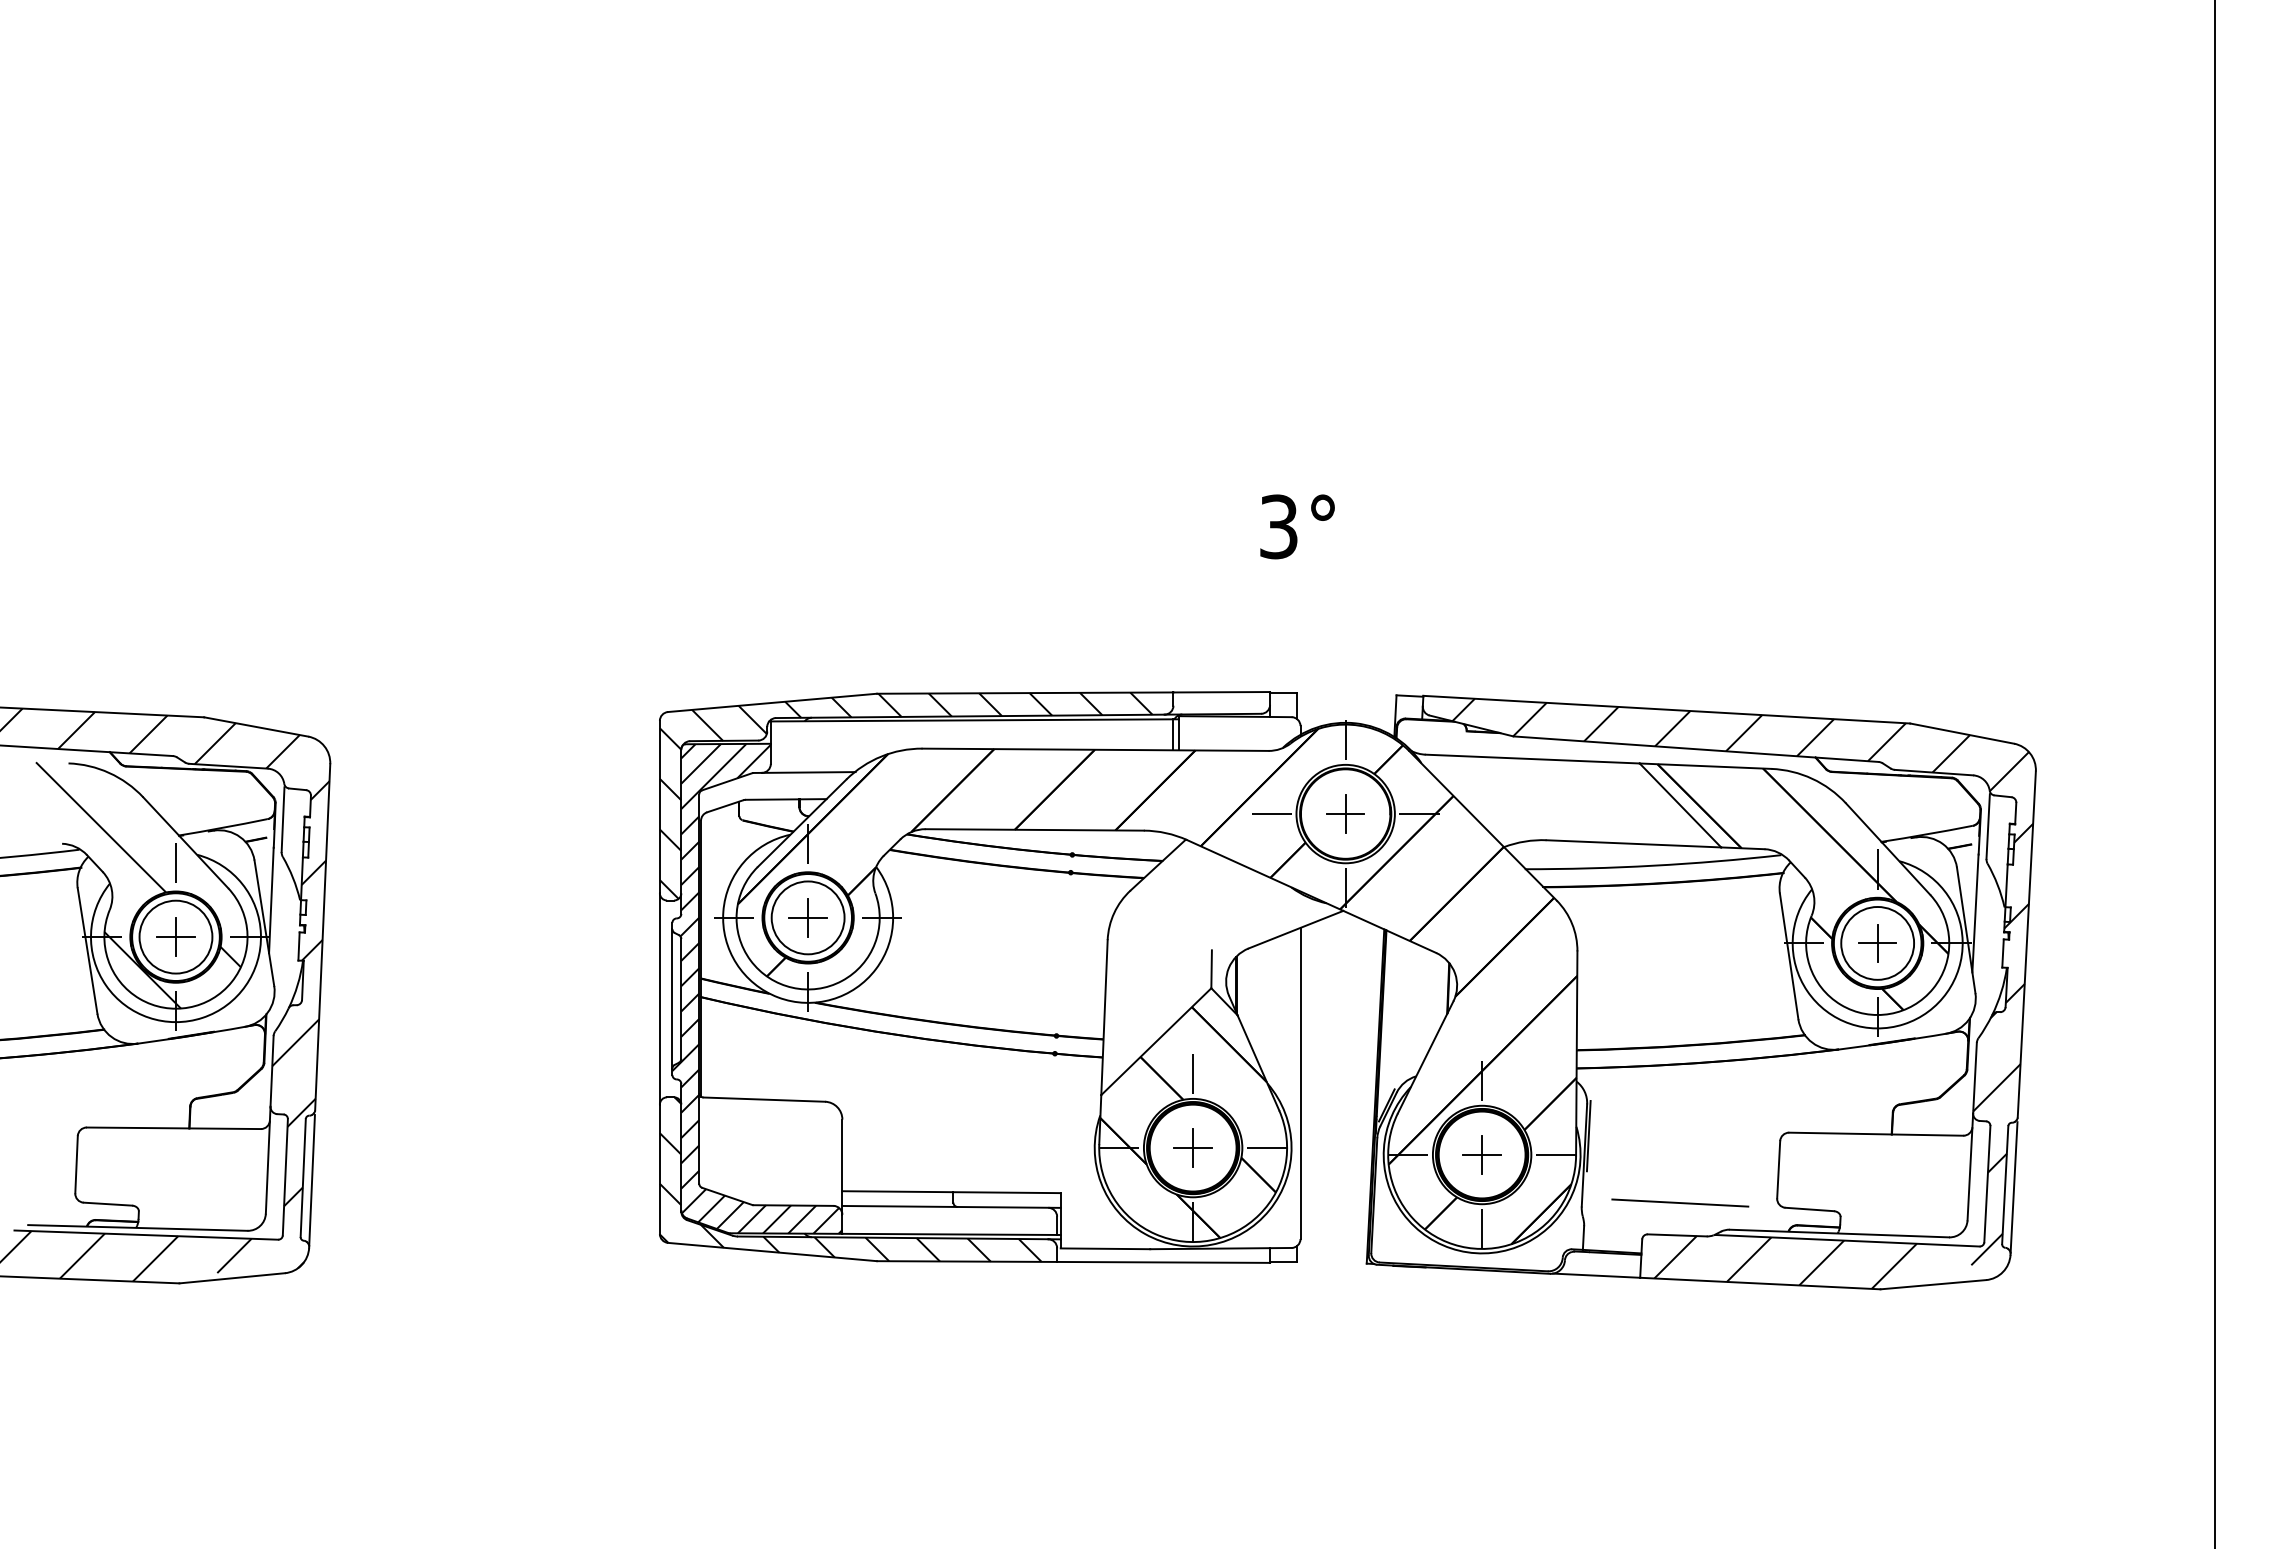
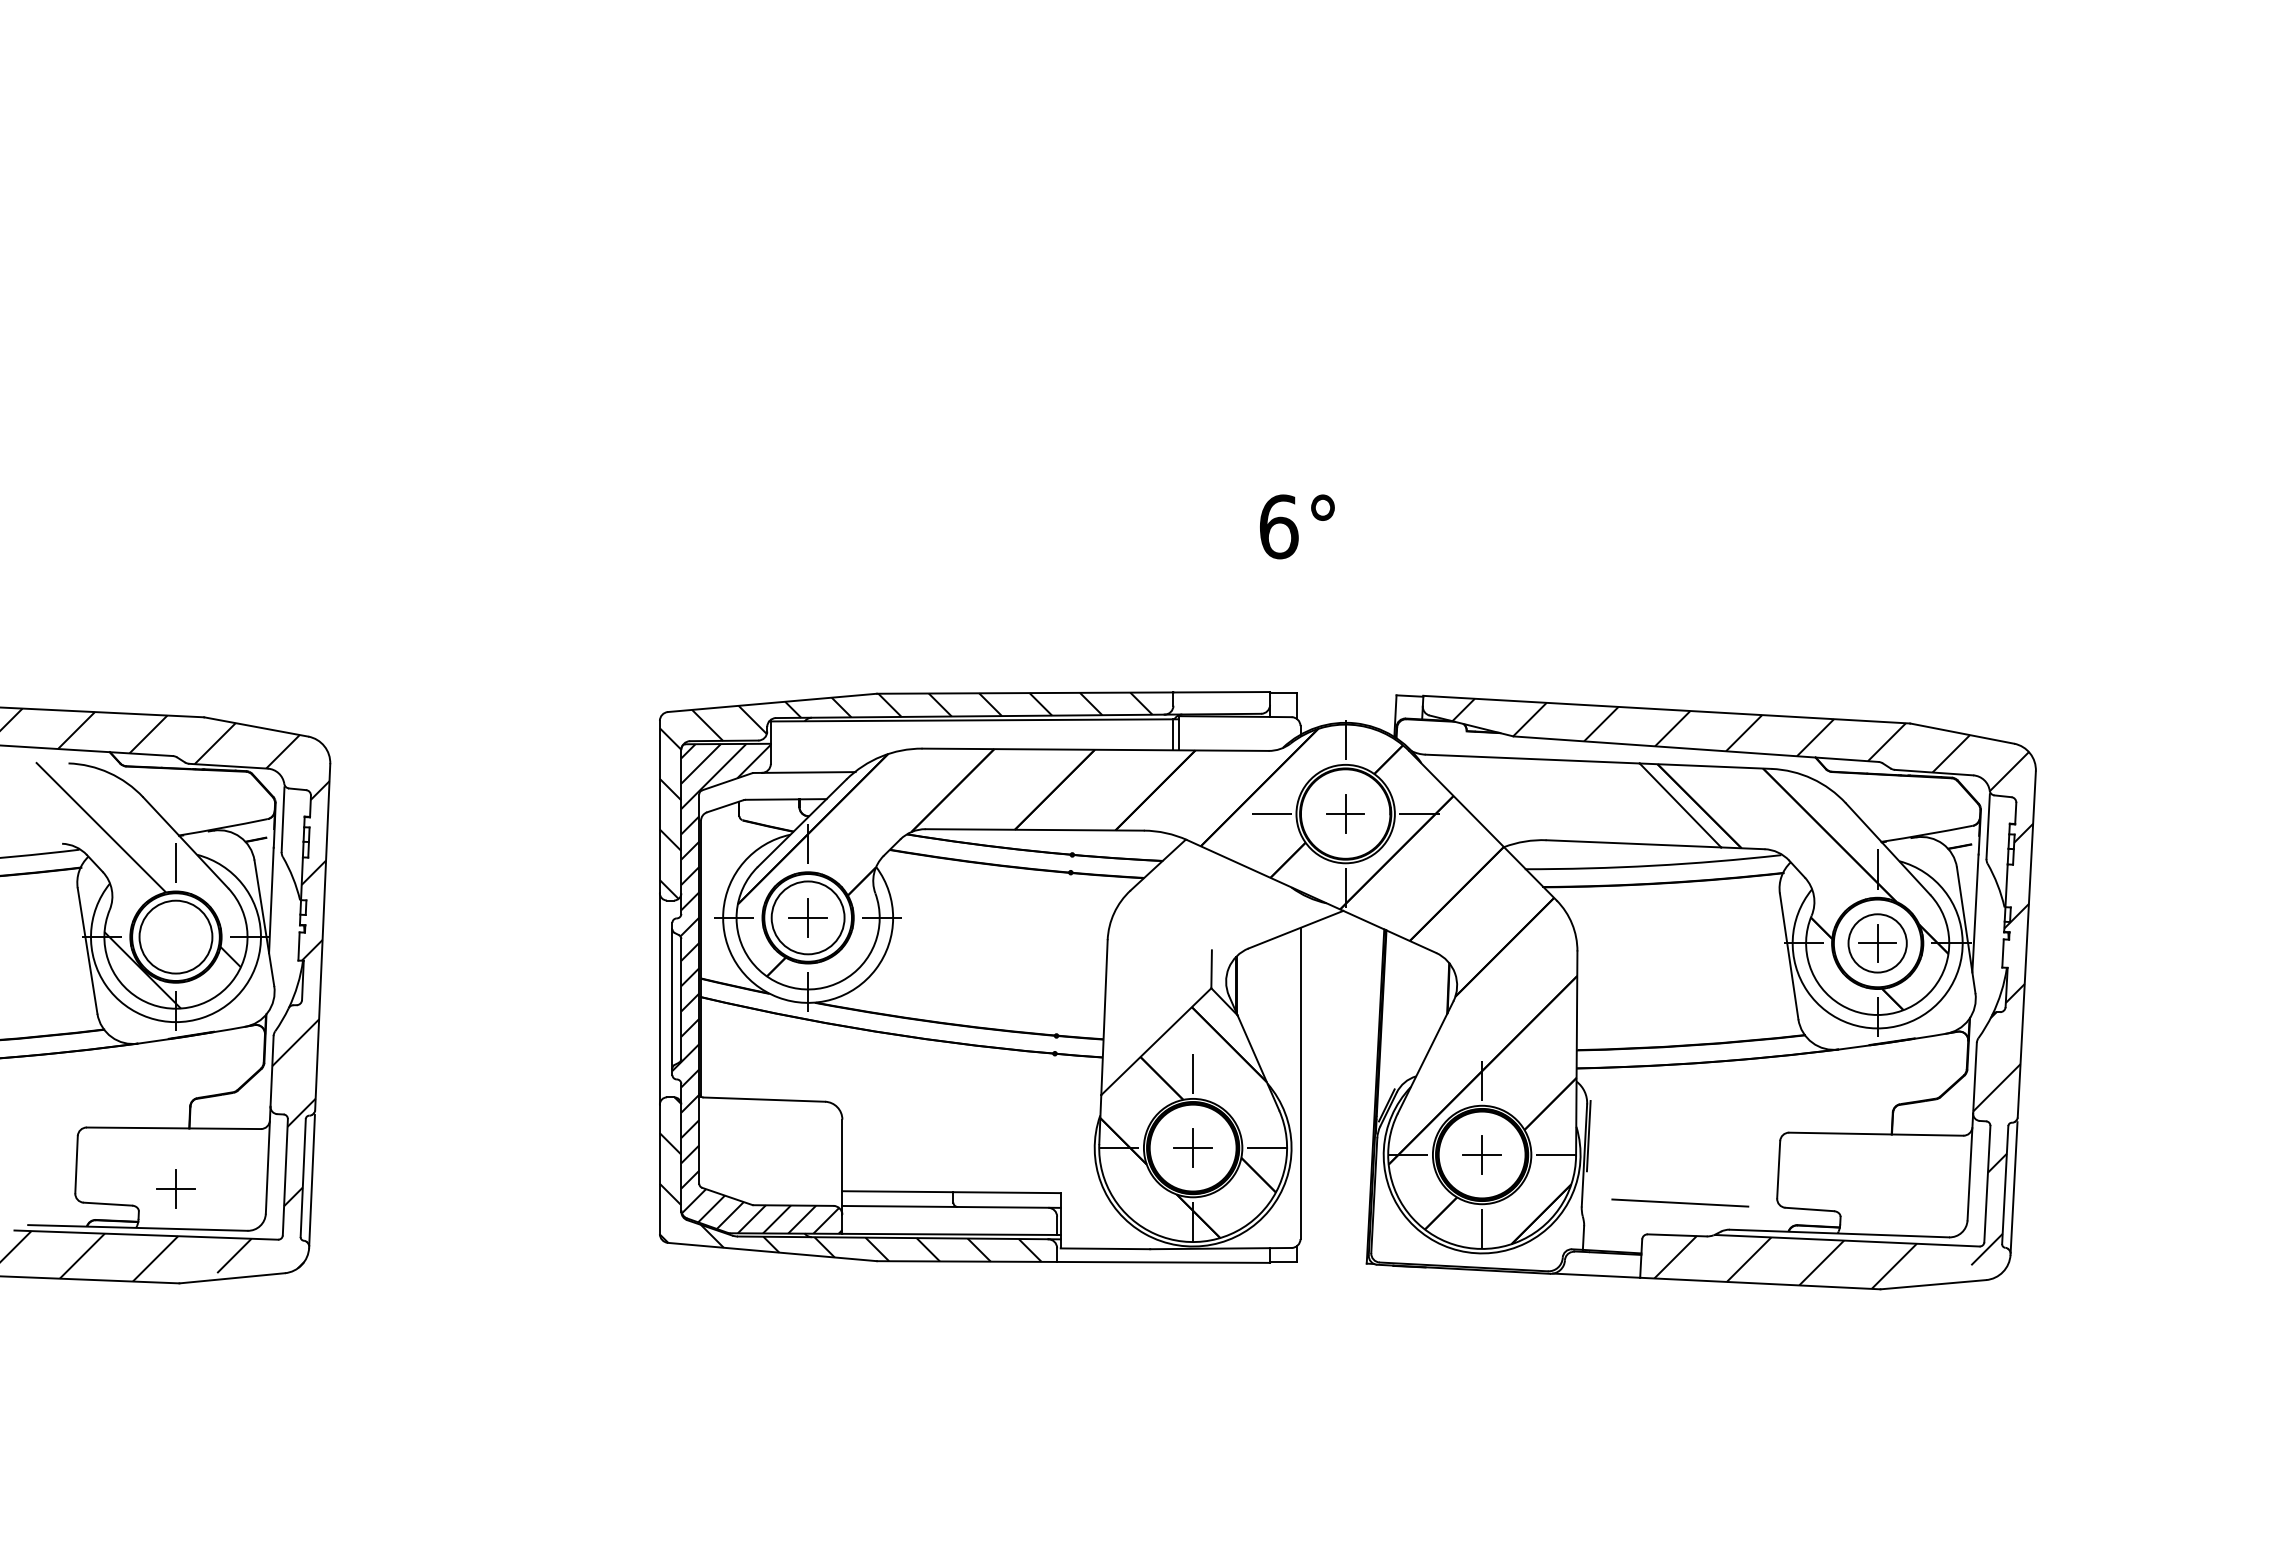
text at (1279, 526): 3° -> 6°
line at (2215, 773): present -> none
part at (175, 936) position: (175, 936) -> (175, 1188)
circle at (1877, 942) diameter: 73 px -> 58 px
